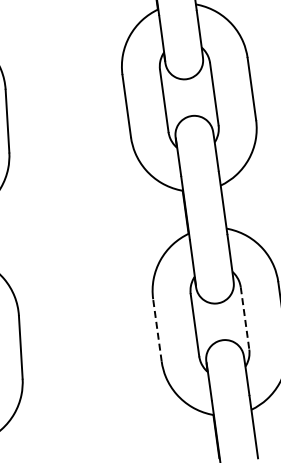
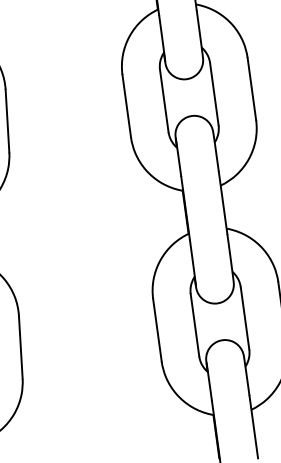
line at (245, 318): dashed -> solid
line at (157, 329): dashed -> solid
